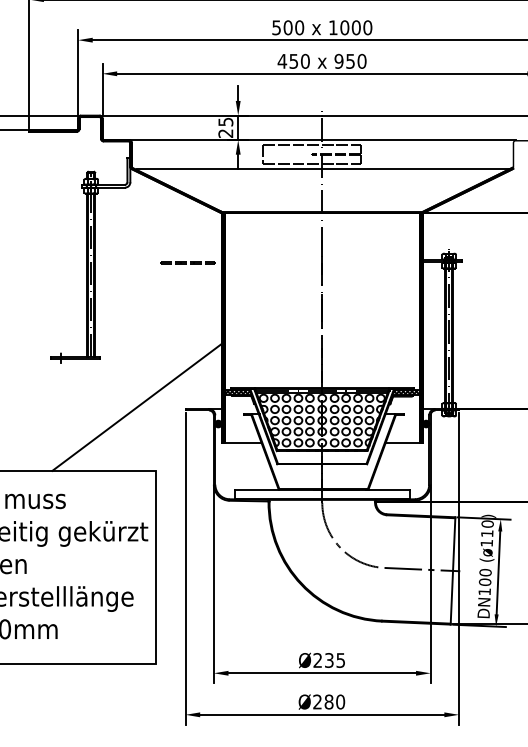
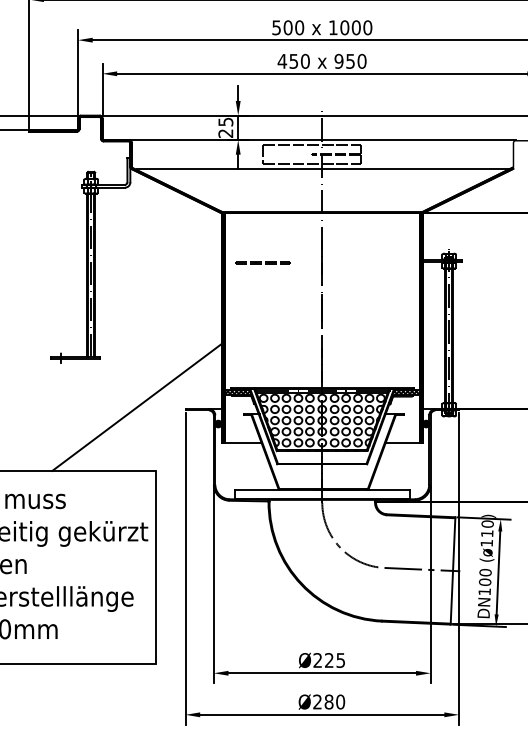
line at (186, 262) position: (186, 262) -> (261, 262)
text at (329, 660): Ø235 -> Ø225
